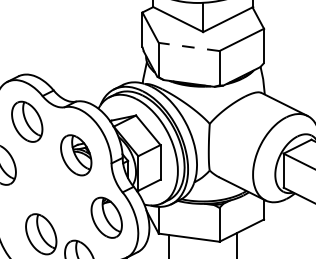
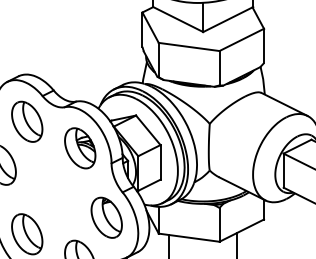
line at (189, 46): dashed -> solid
part at (76, 155) position: (76, 155) -> (80, 148)
part at (41, 234) position: (41, 234) -> (27, 234)
